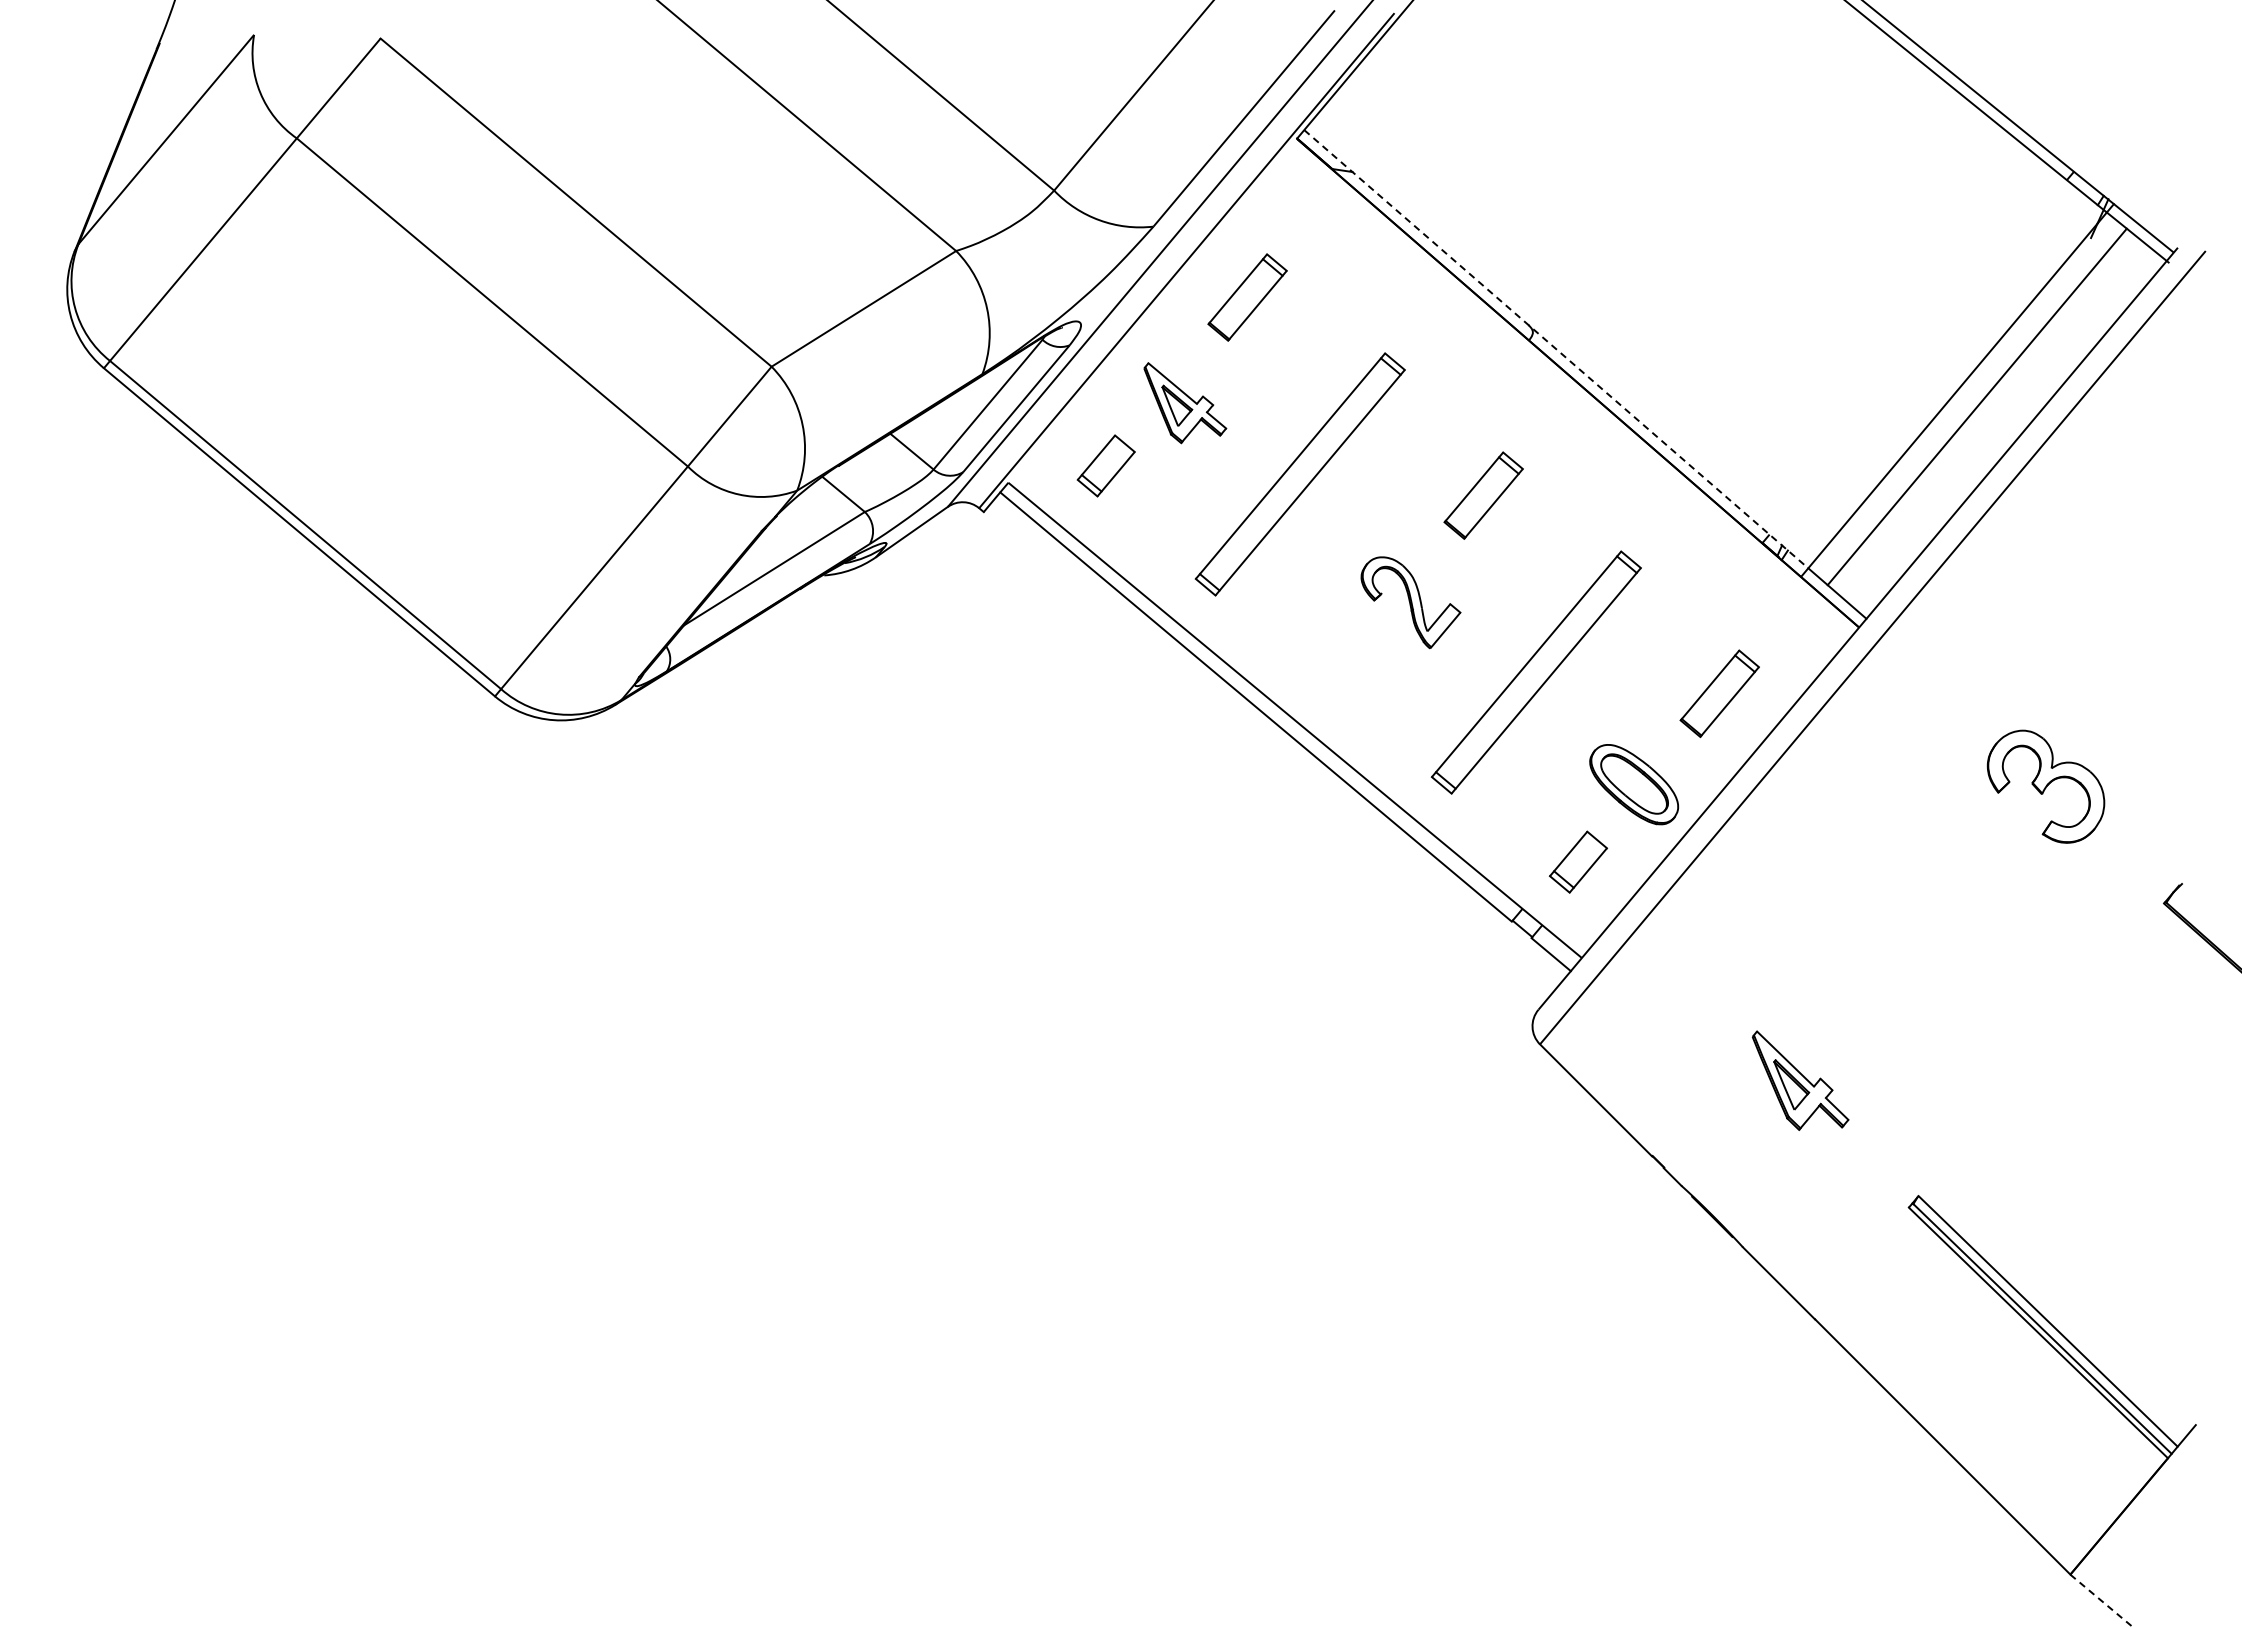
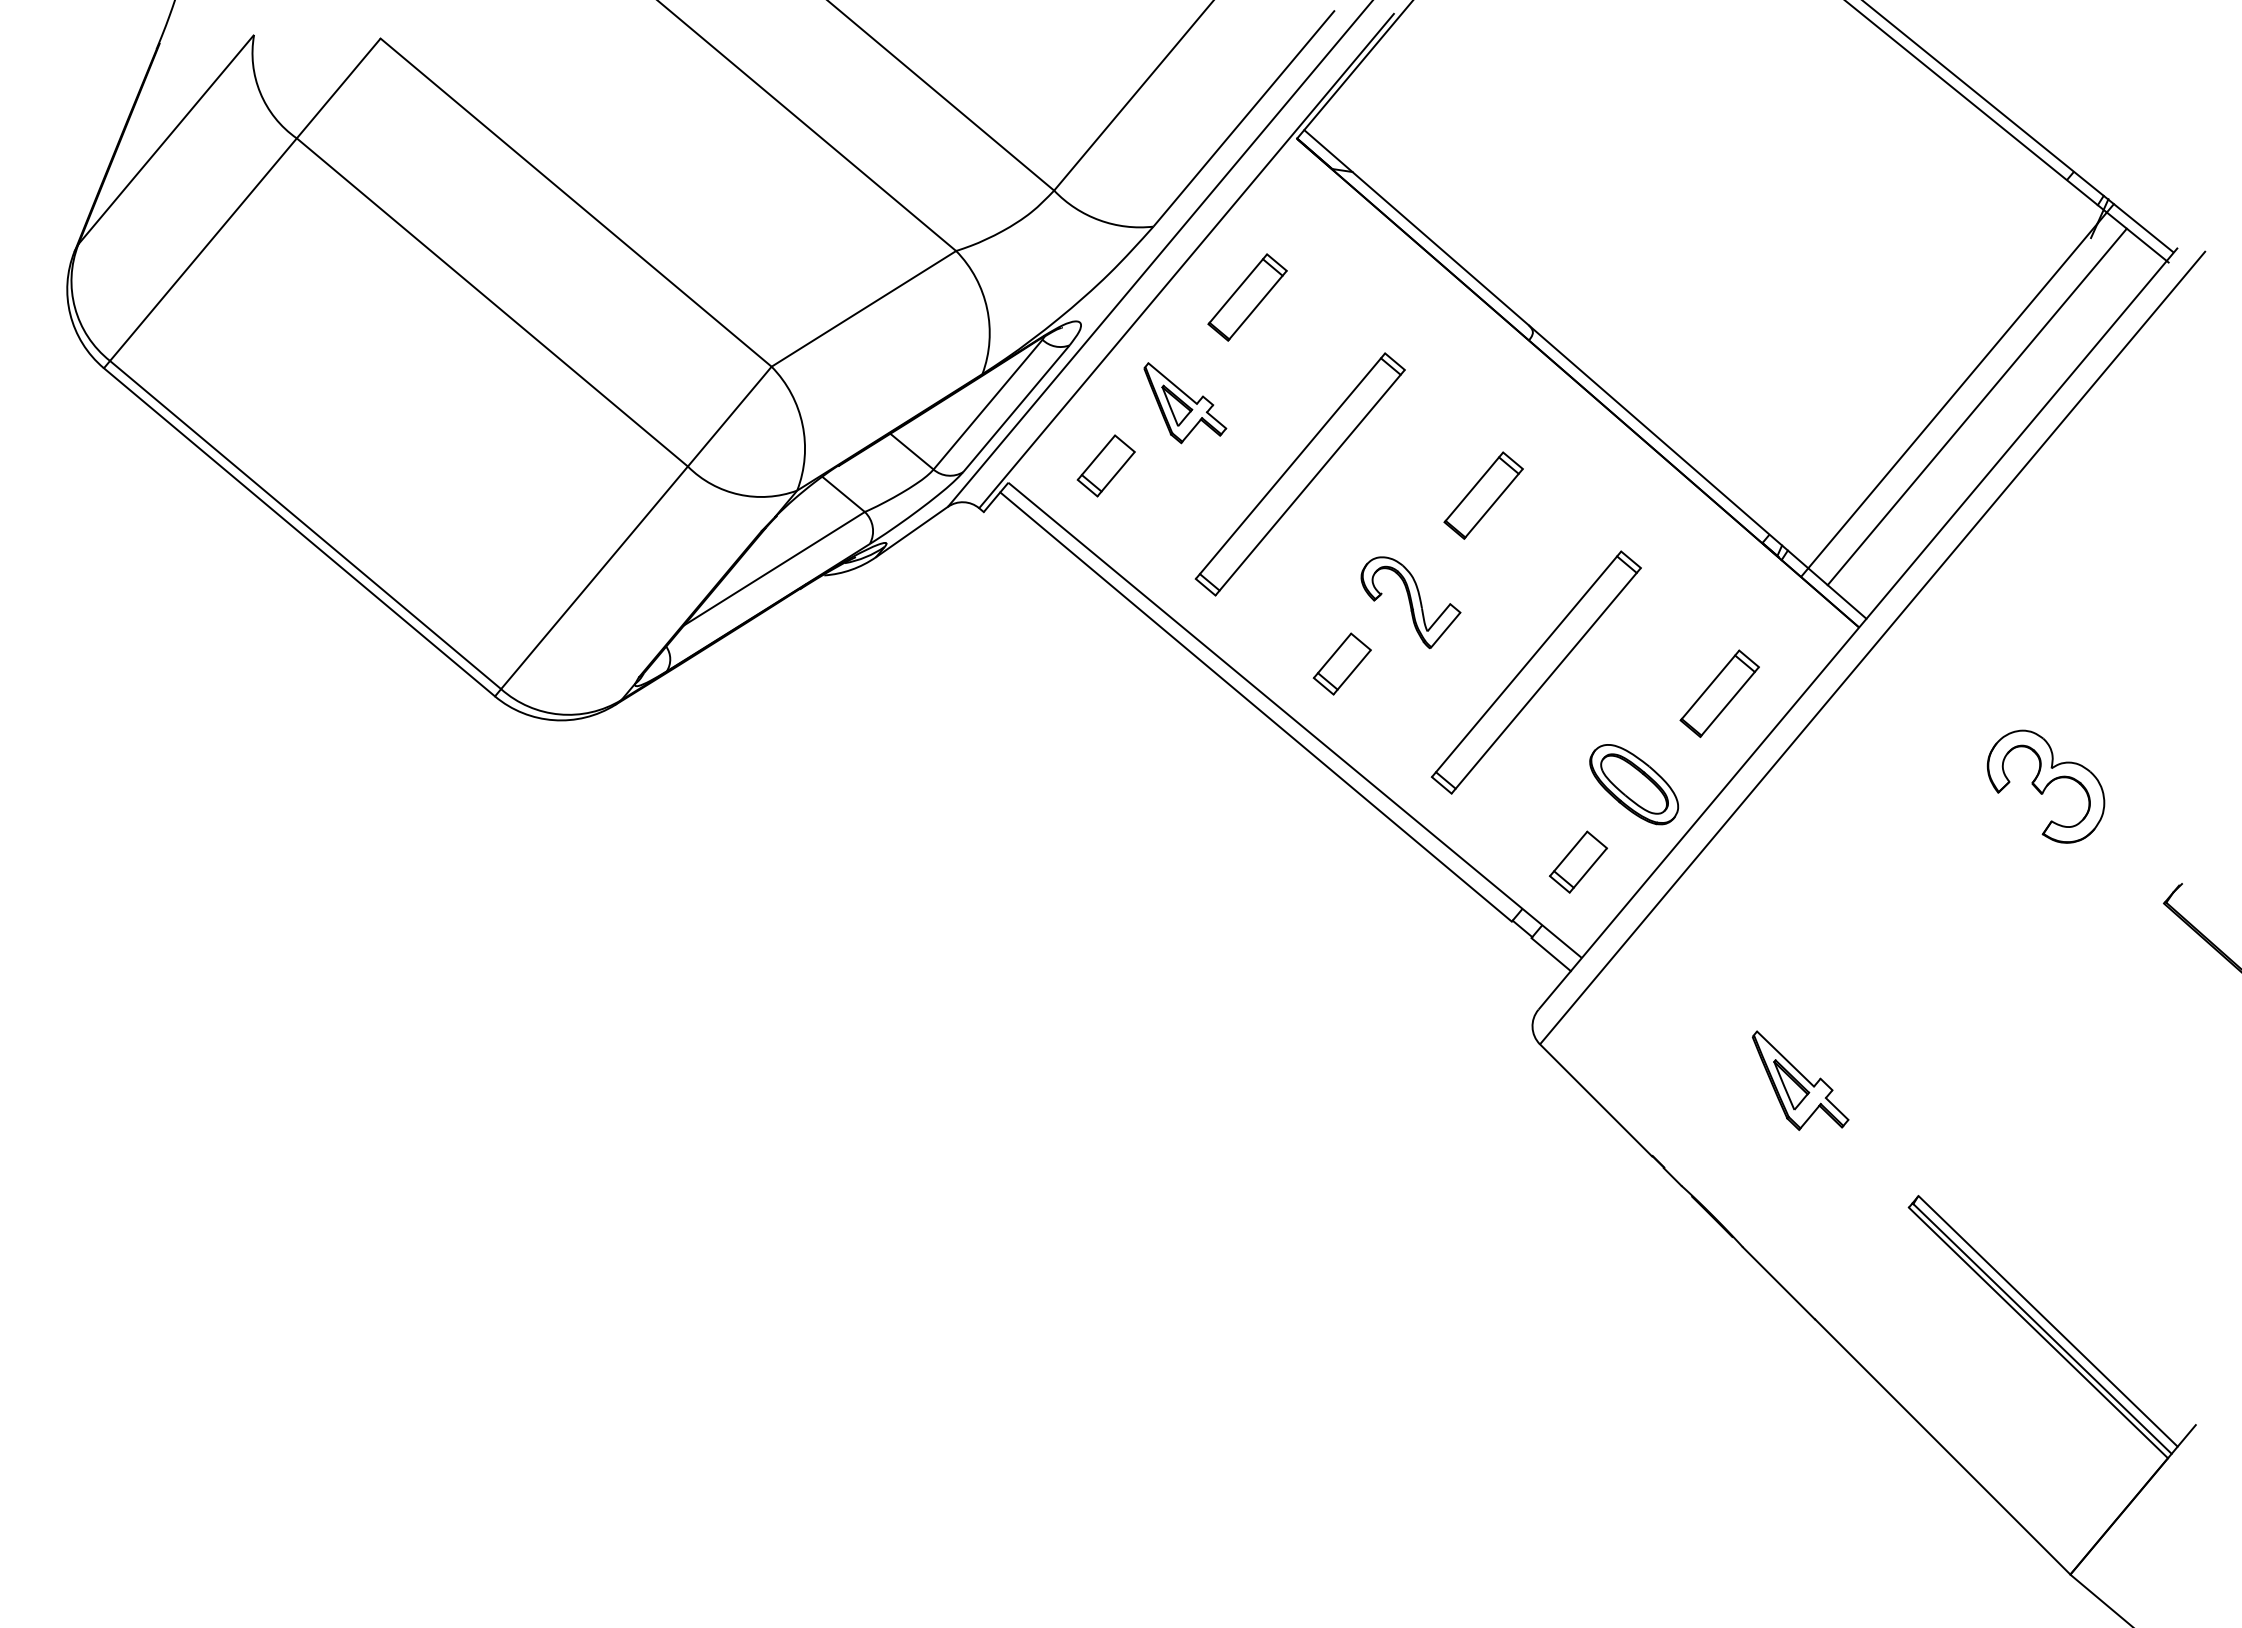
line at (1556, 349): dashed -> solid
part at (1341, 663): none -> present
line at (2102, 1601): dashed -> solid
